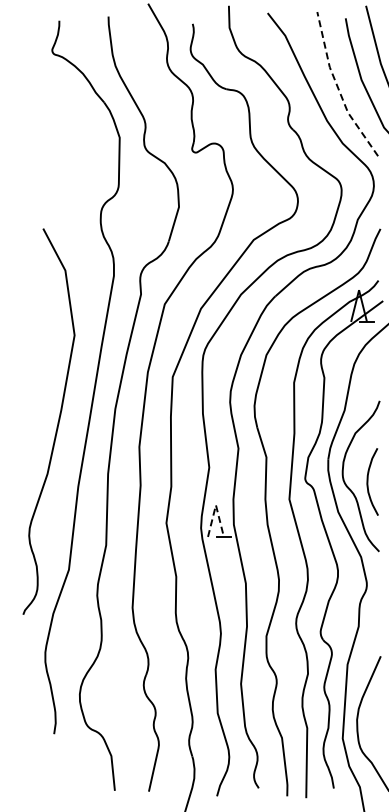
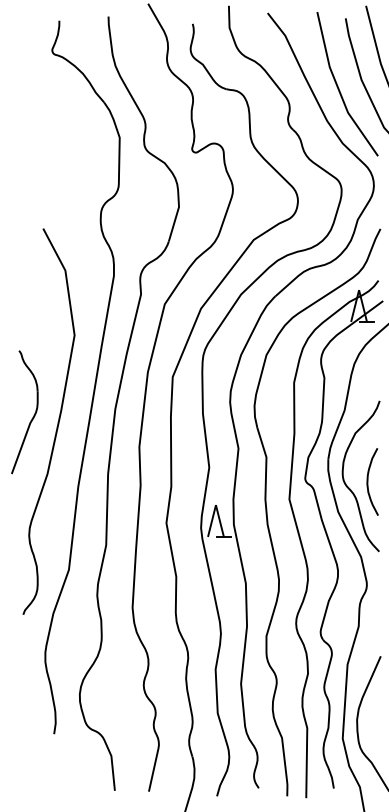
line at (338, 88): dashed -> solid
part at (31, 418): none -> present
line at (215, 505): dashed -> solid
